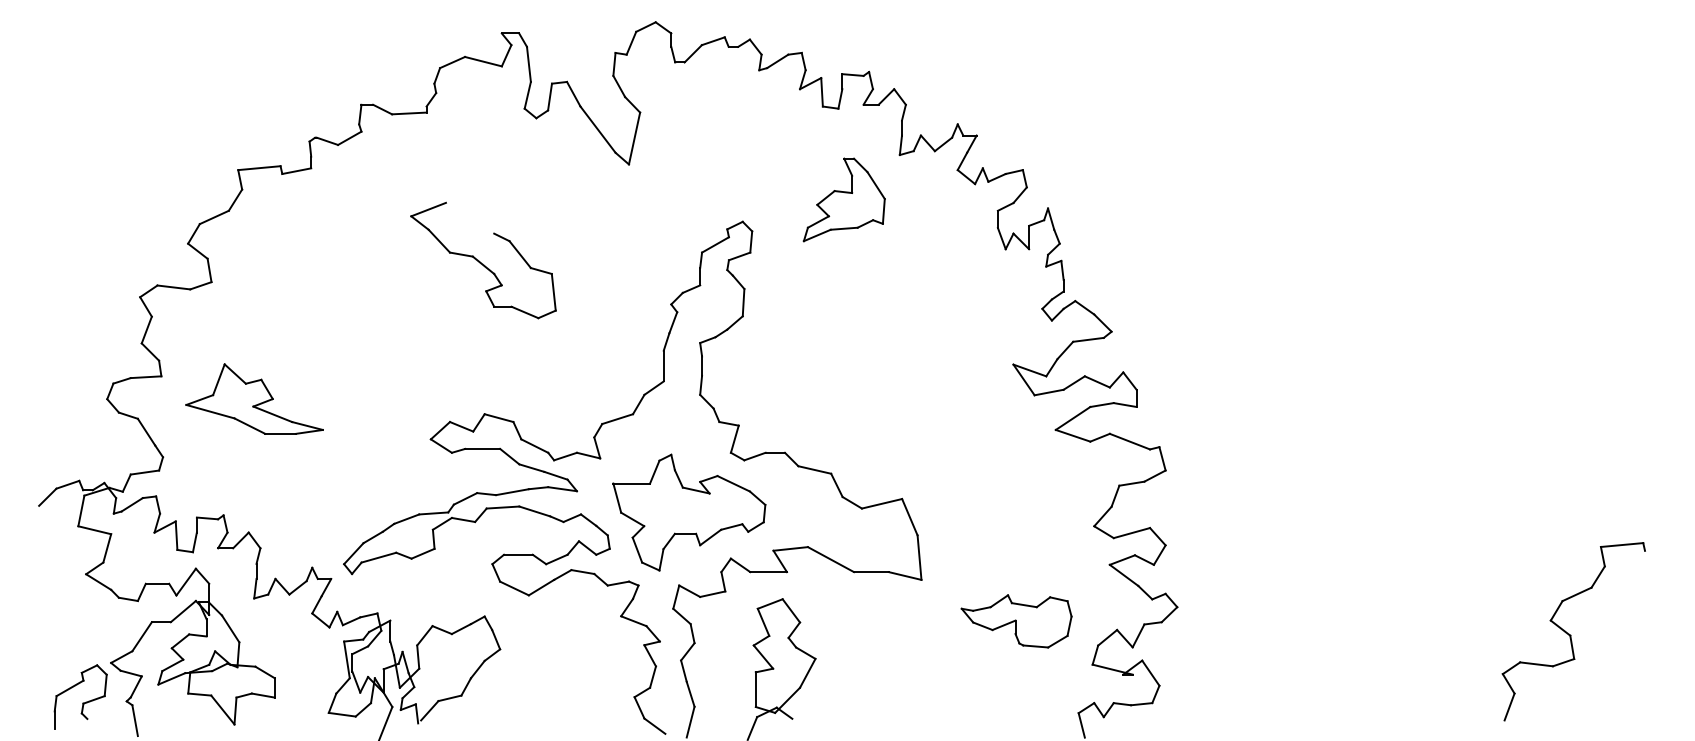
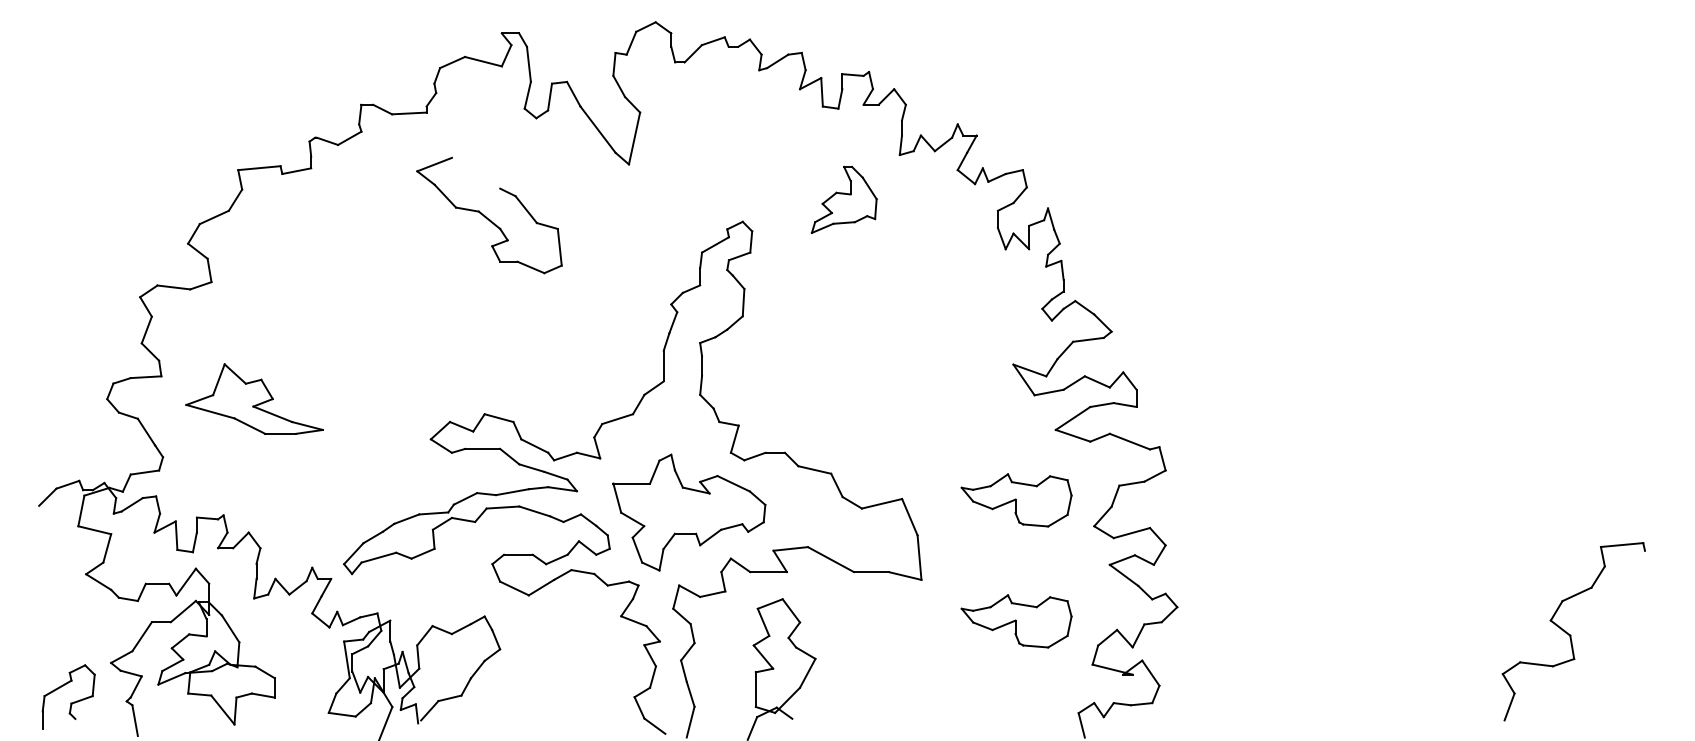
part at (843, 199) size: 84x86 px -> 68x69 px
part at (483, 260) position: (483, 260) -> (489, 215)
part at (1016, 500): none -> present
part at (82, 702) position: (82, 702) -> (70, 702)
